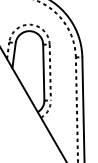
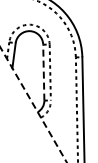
line at (43, 72): solid -> dashed
line at (33, 104): solid -> dashed
